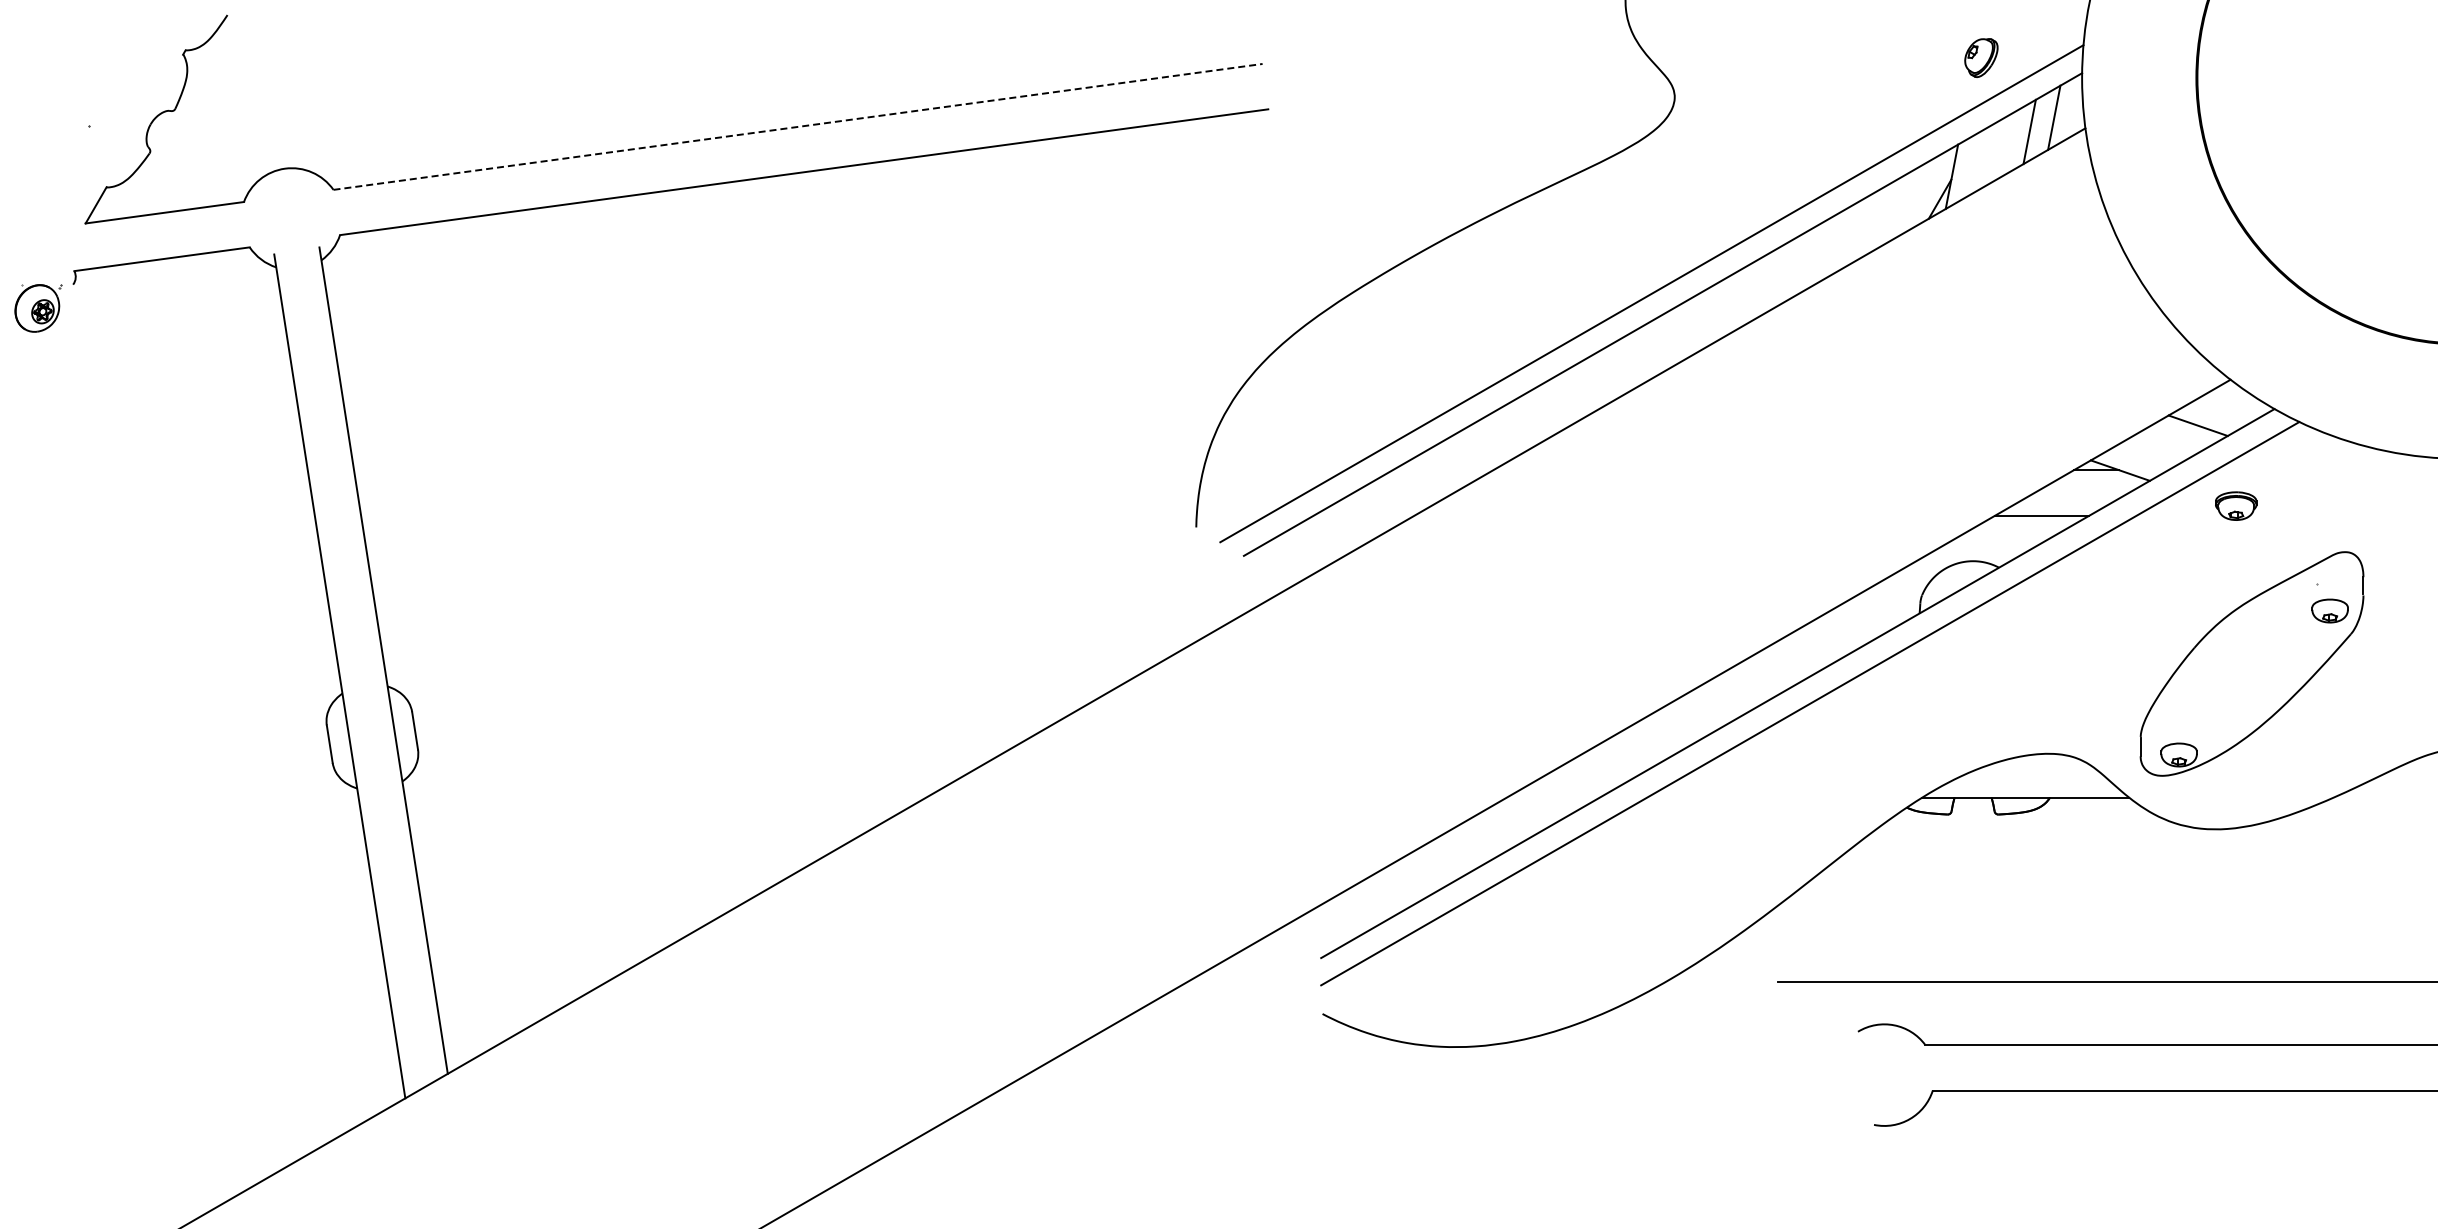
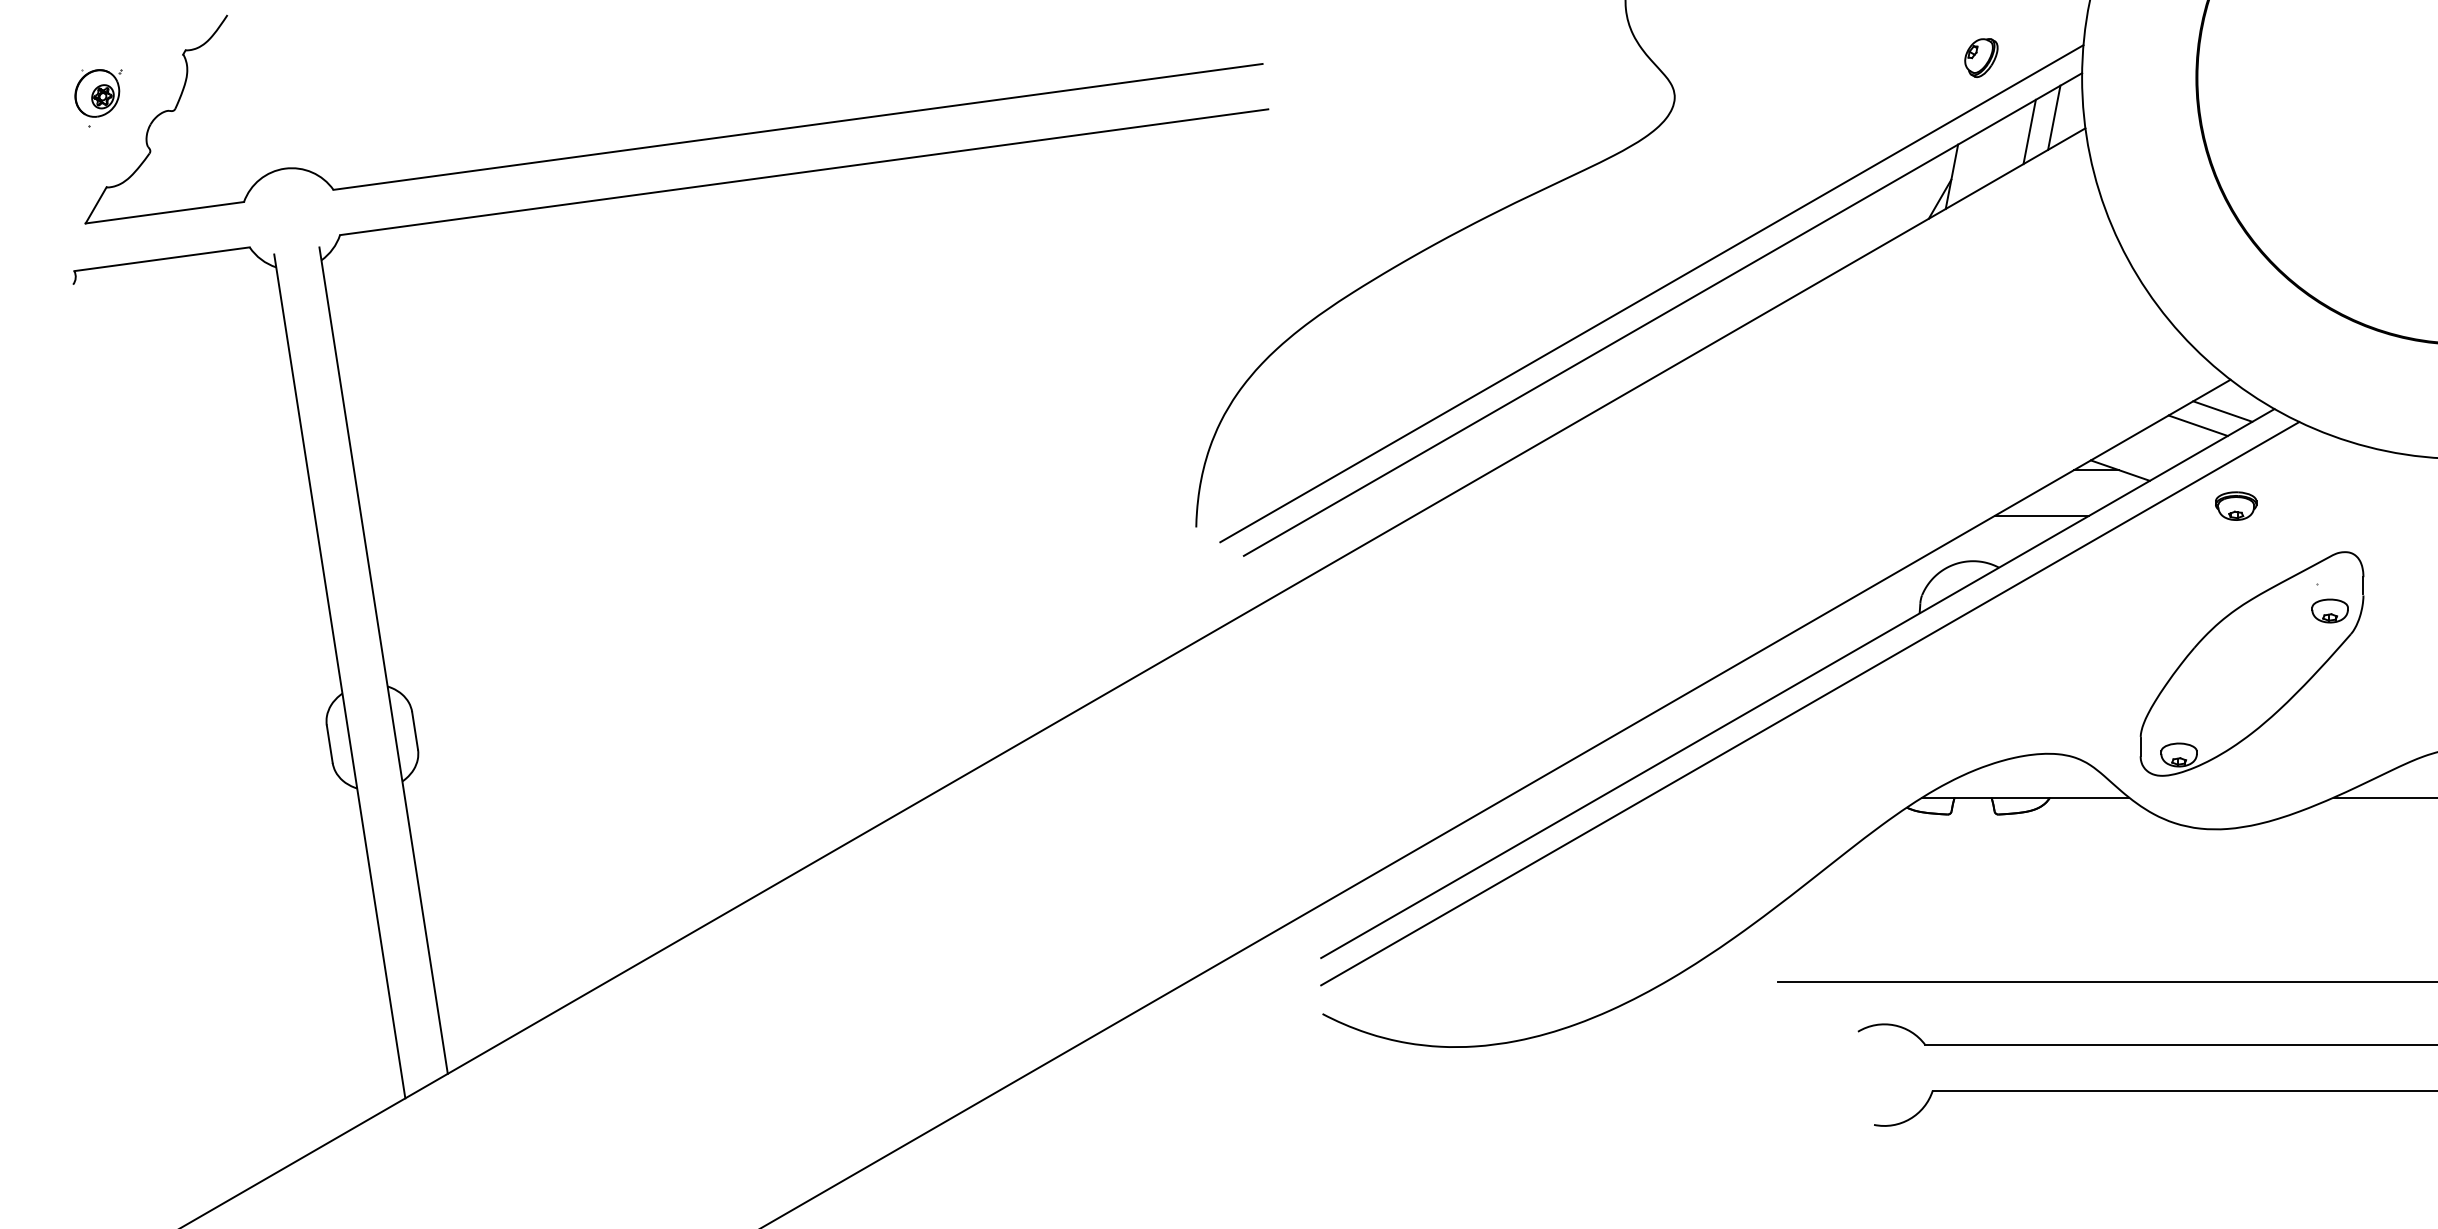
line at (798, 126): dashed -> solid
part at (38, 308) position: (38, 308) -> (98, 93)
line at (2222, 411): none -> present
line at (2384, 797): none -> present
